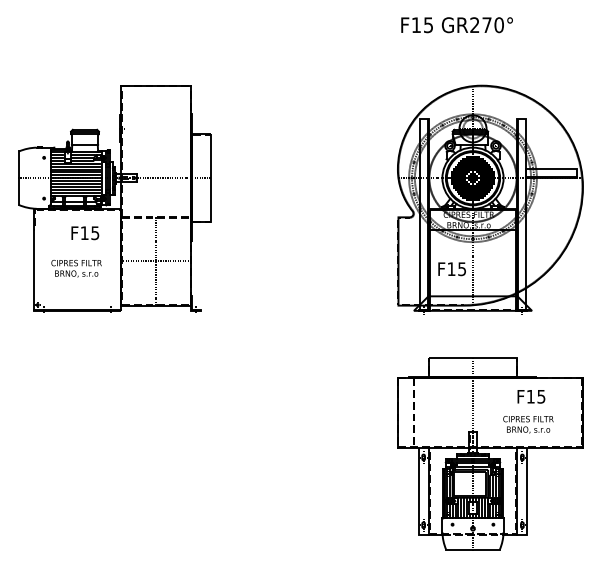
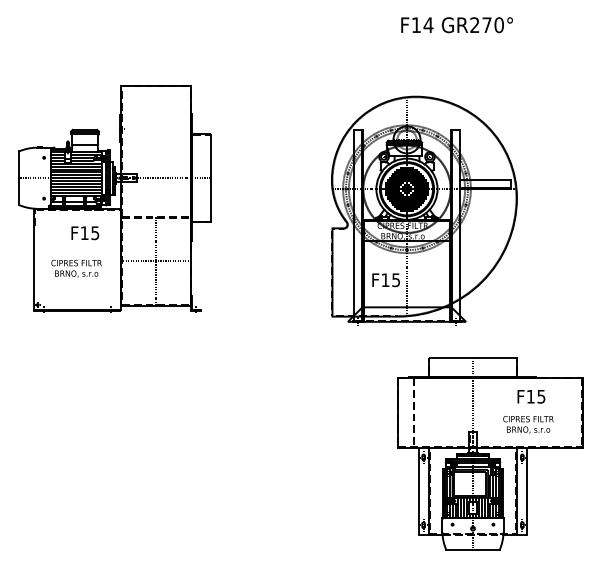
text at (428, 25): F15 -> F14
part at (490, 199) position: (490, 199) -> (424, 210)
